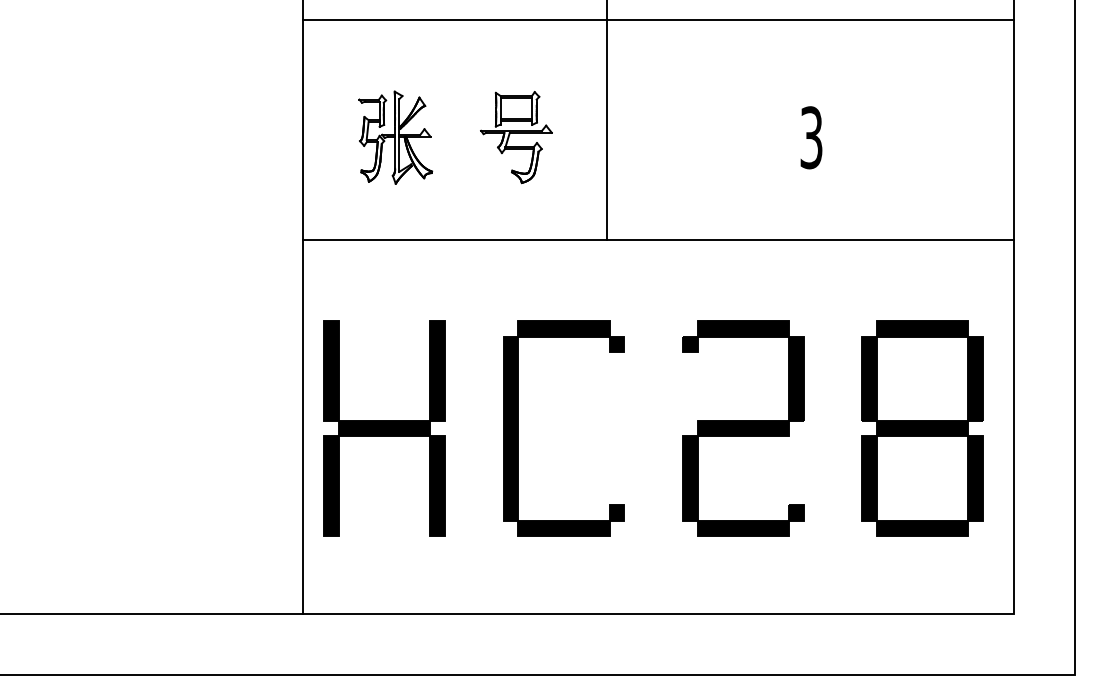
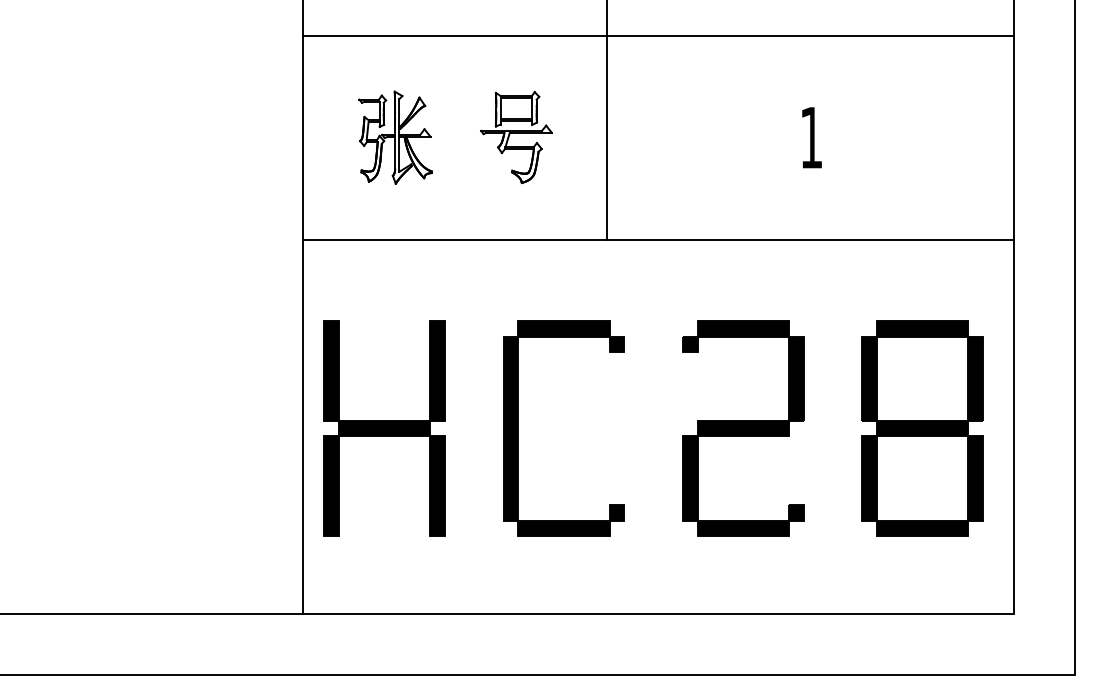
line at (657, 19) position: (657, 19) -> (657, 35)
text at (811, 137): 3 -> 1
